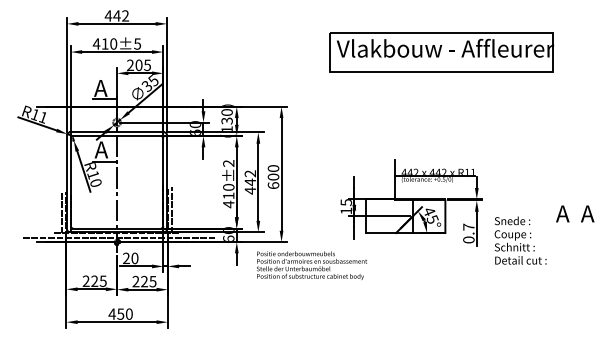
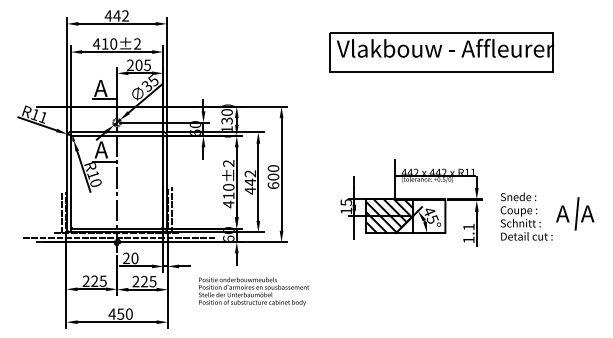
text at (137, 43): 410±5 -> 410±2
line at (576, 213): none -> present
hatch at (389, 216): none -> present
text at (468, 233): 0.7 -> 1.1
text at (520, 240) position: (520, 240) -> (526, 216)
part at (311, 265) position: (311, 265) -> (253, 291)
